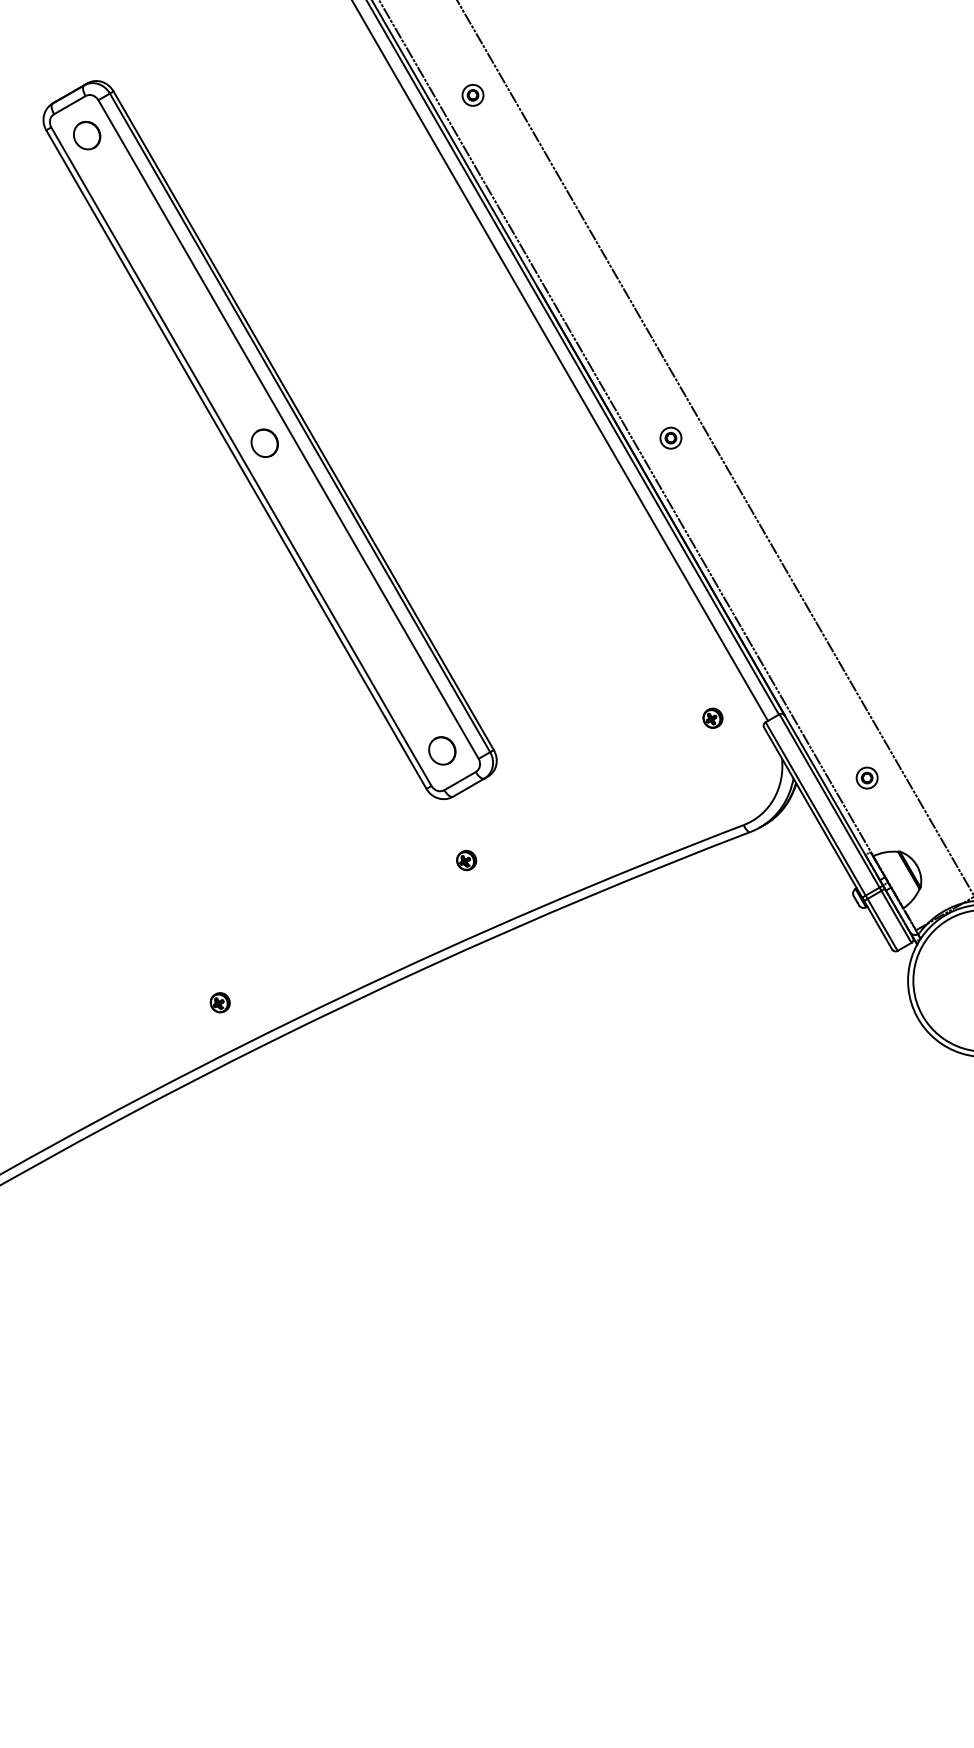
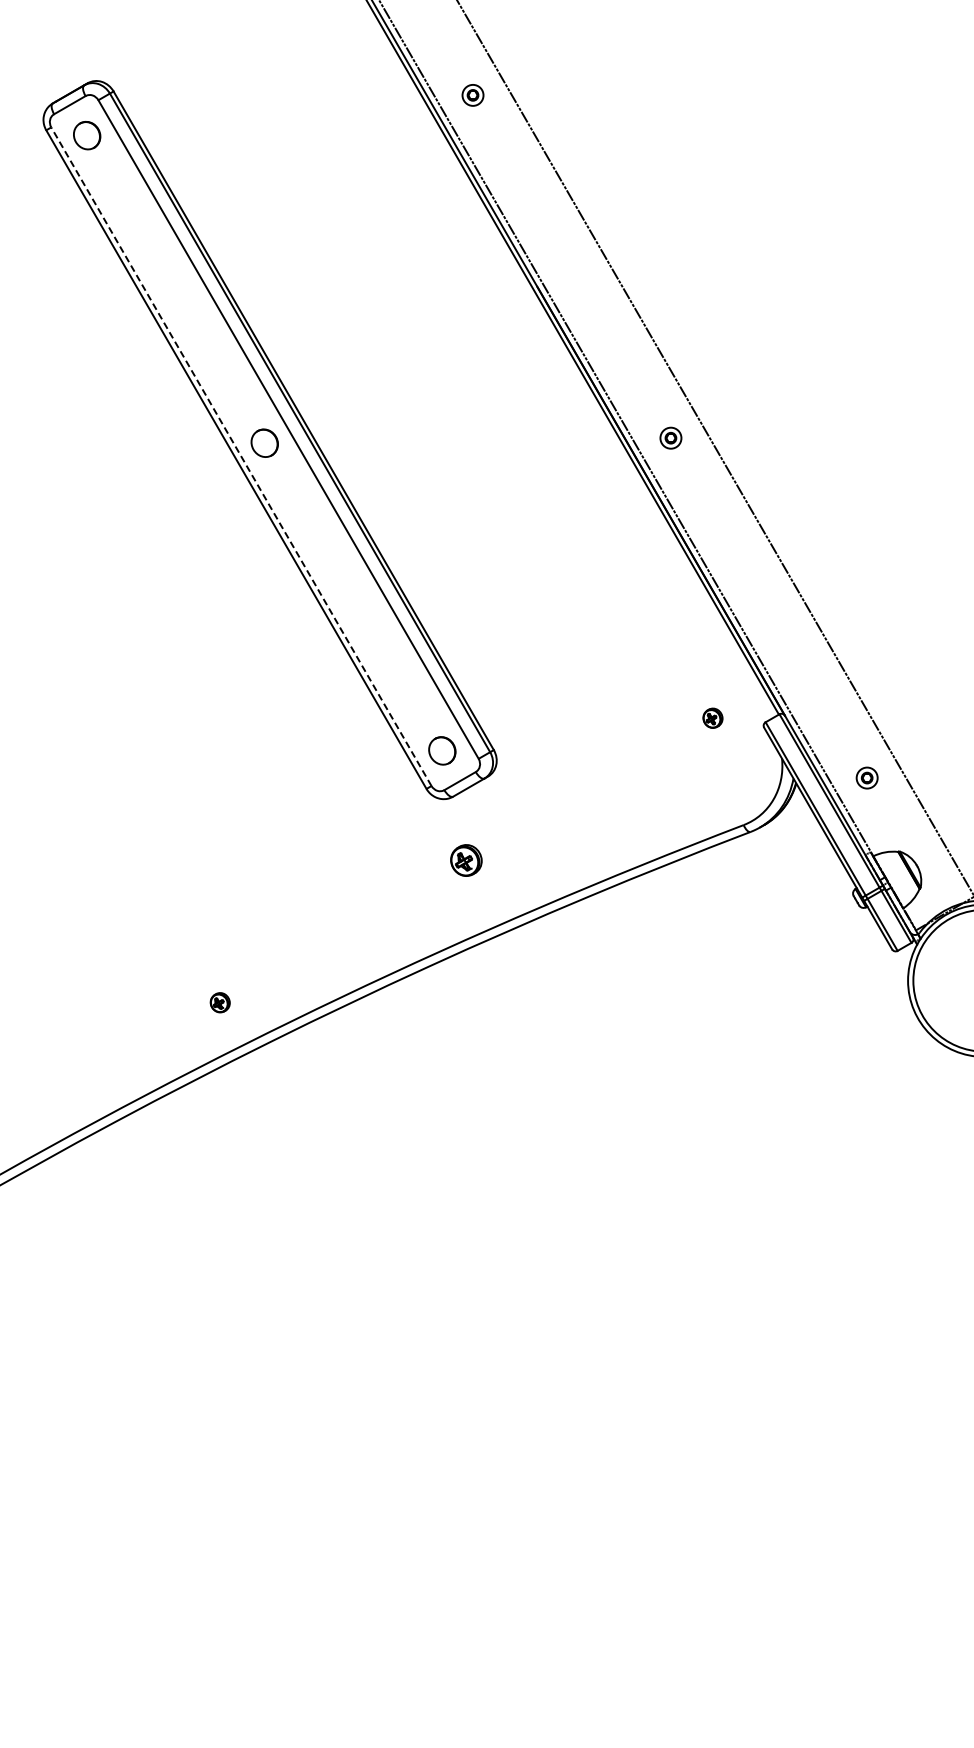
line at (560, 361): present -> none
line at (241, 456): solid -> dashed
part at (466, 860) size: 22x23 px -> 33x33 px
